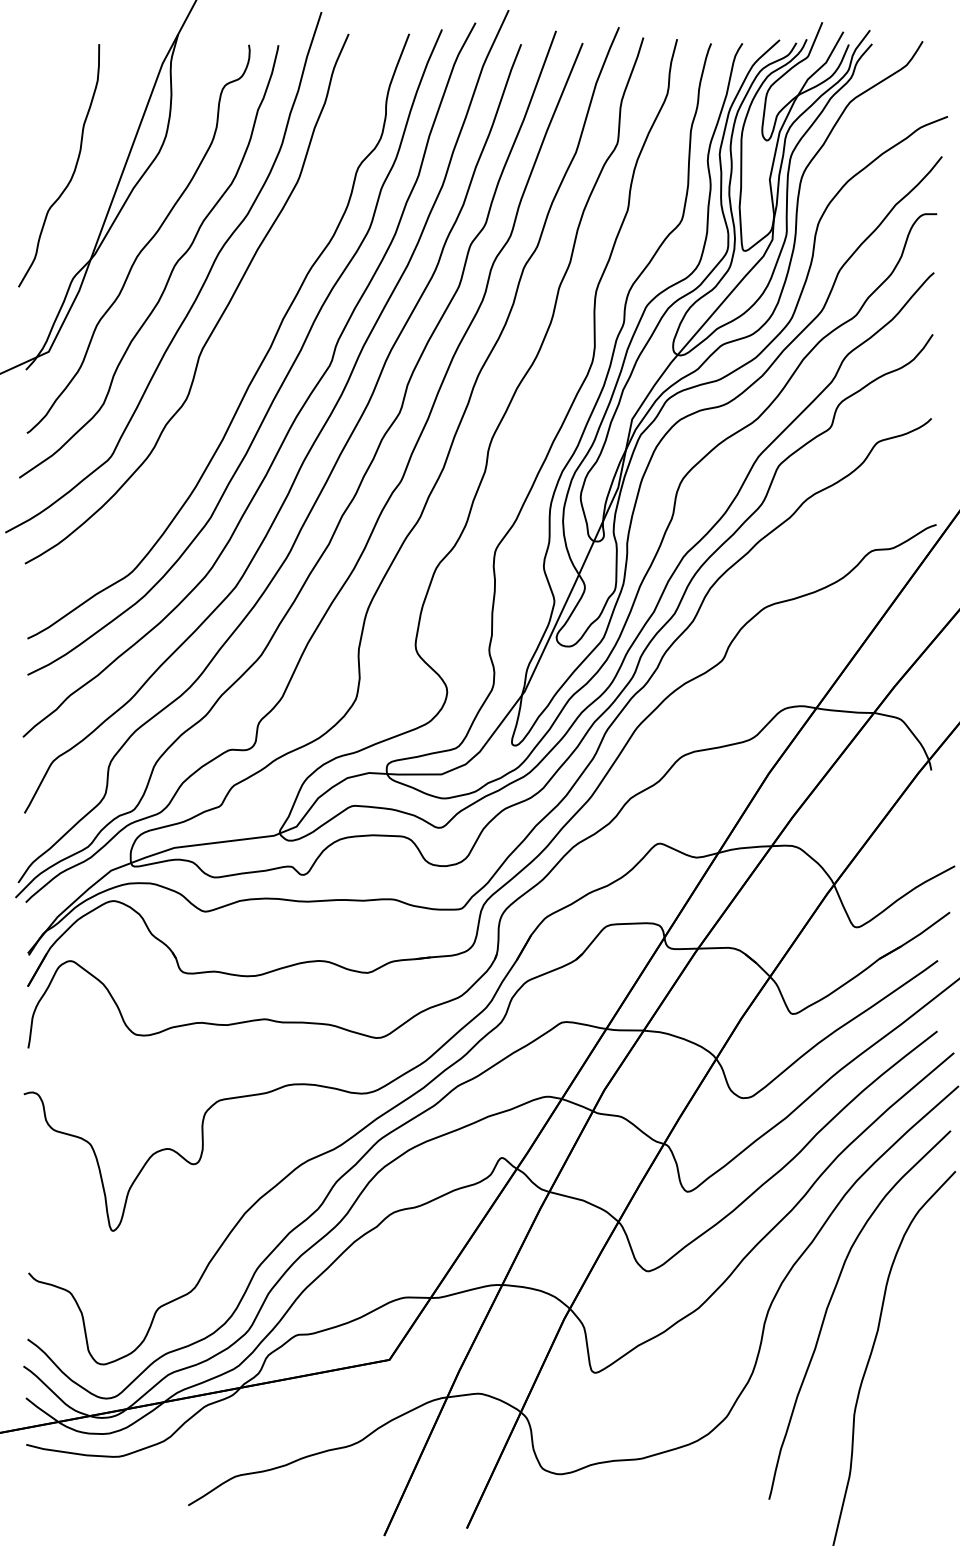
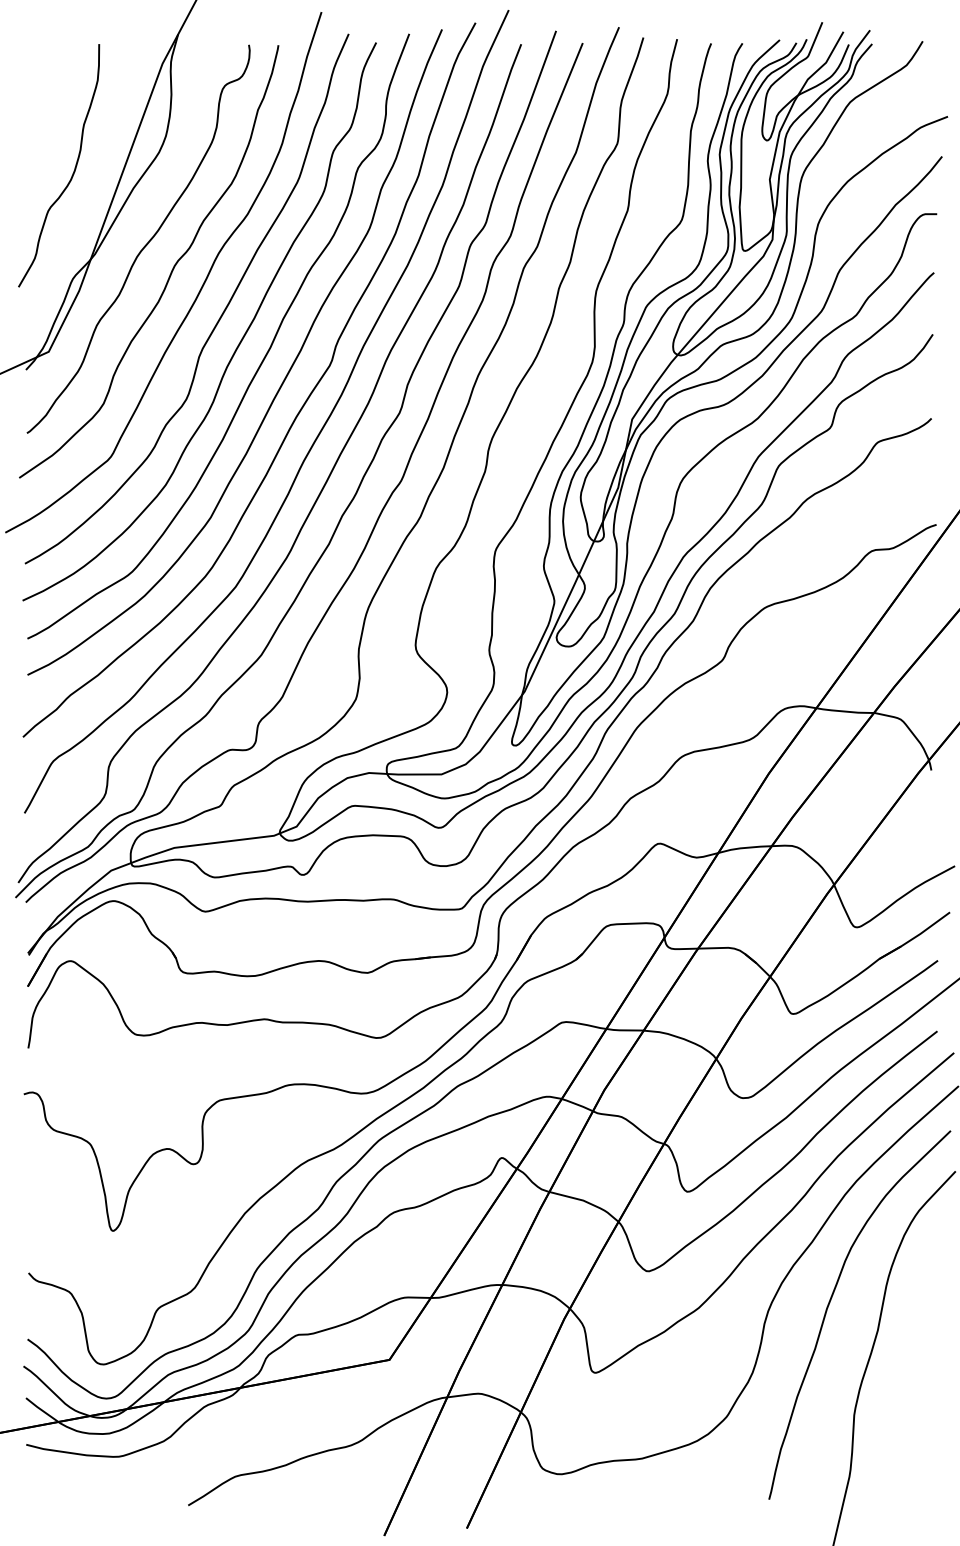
curve at (238, 343): none -> present
